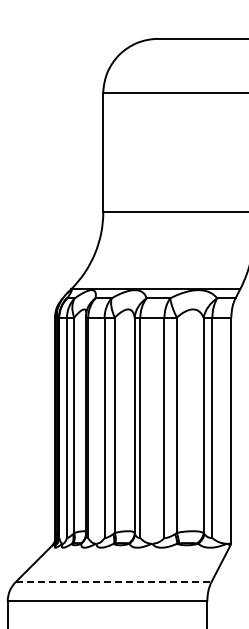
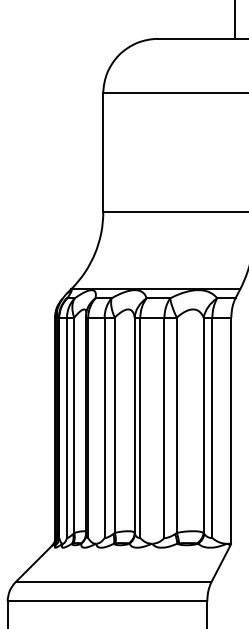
line at (235, 20): none -> present
line at (113, 582): dashed -> solid
